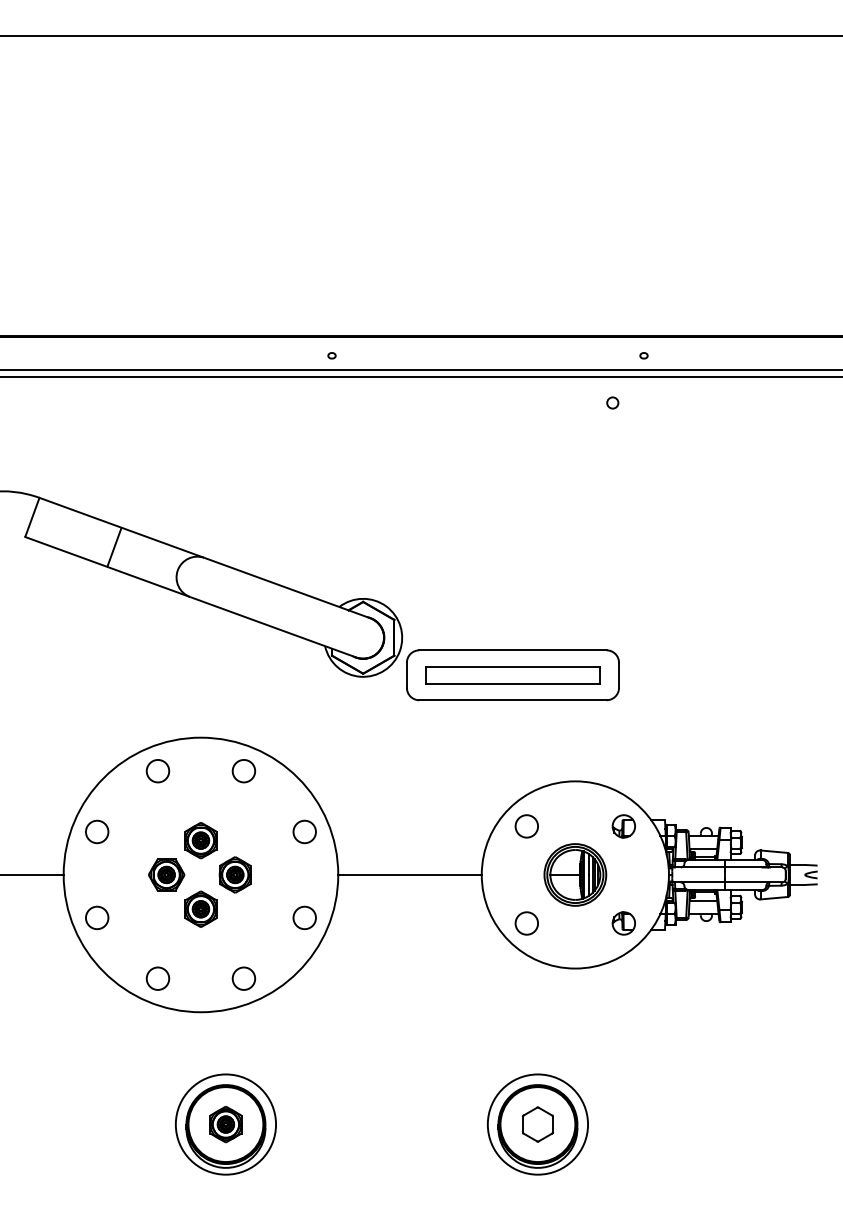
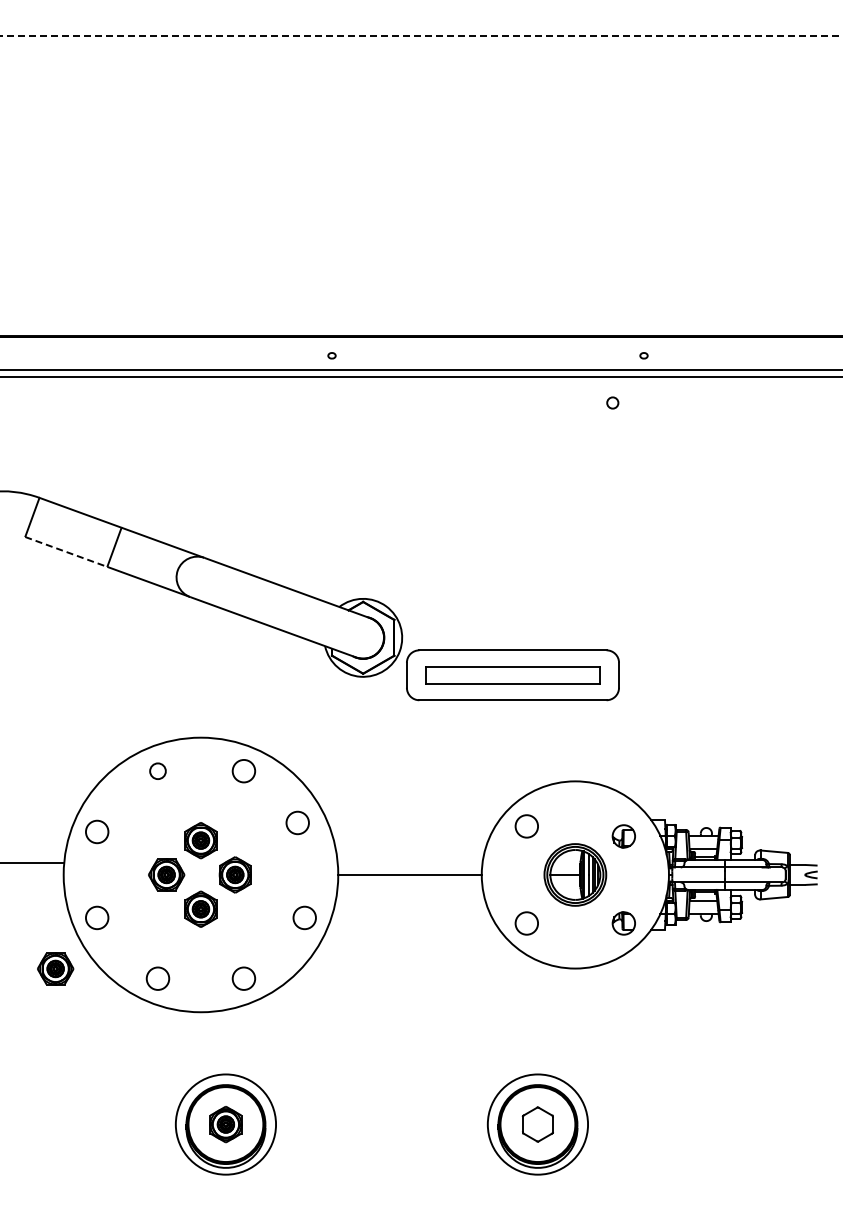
line at (421, 36): solid -> dashed
line at (66, 551): solid -> dashed
circle at (157, 771) size: 26x25 px -> 18x18 px
part at (623, 826) position: (623, 826) -> (623, 836)
circle at (304, 831) position: (304, 831) -> (297, 822)
line at (32, 874) position: (32, 874) -> (32, 862)
part at (55, 968): none -> present
